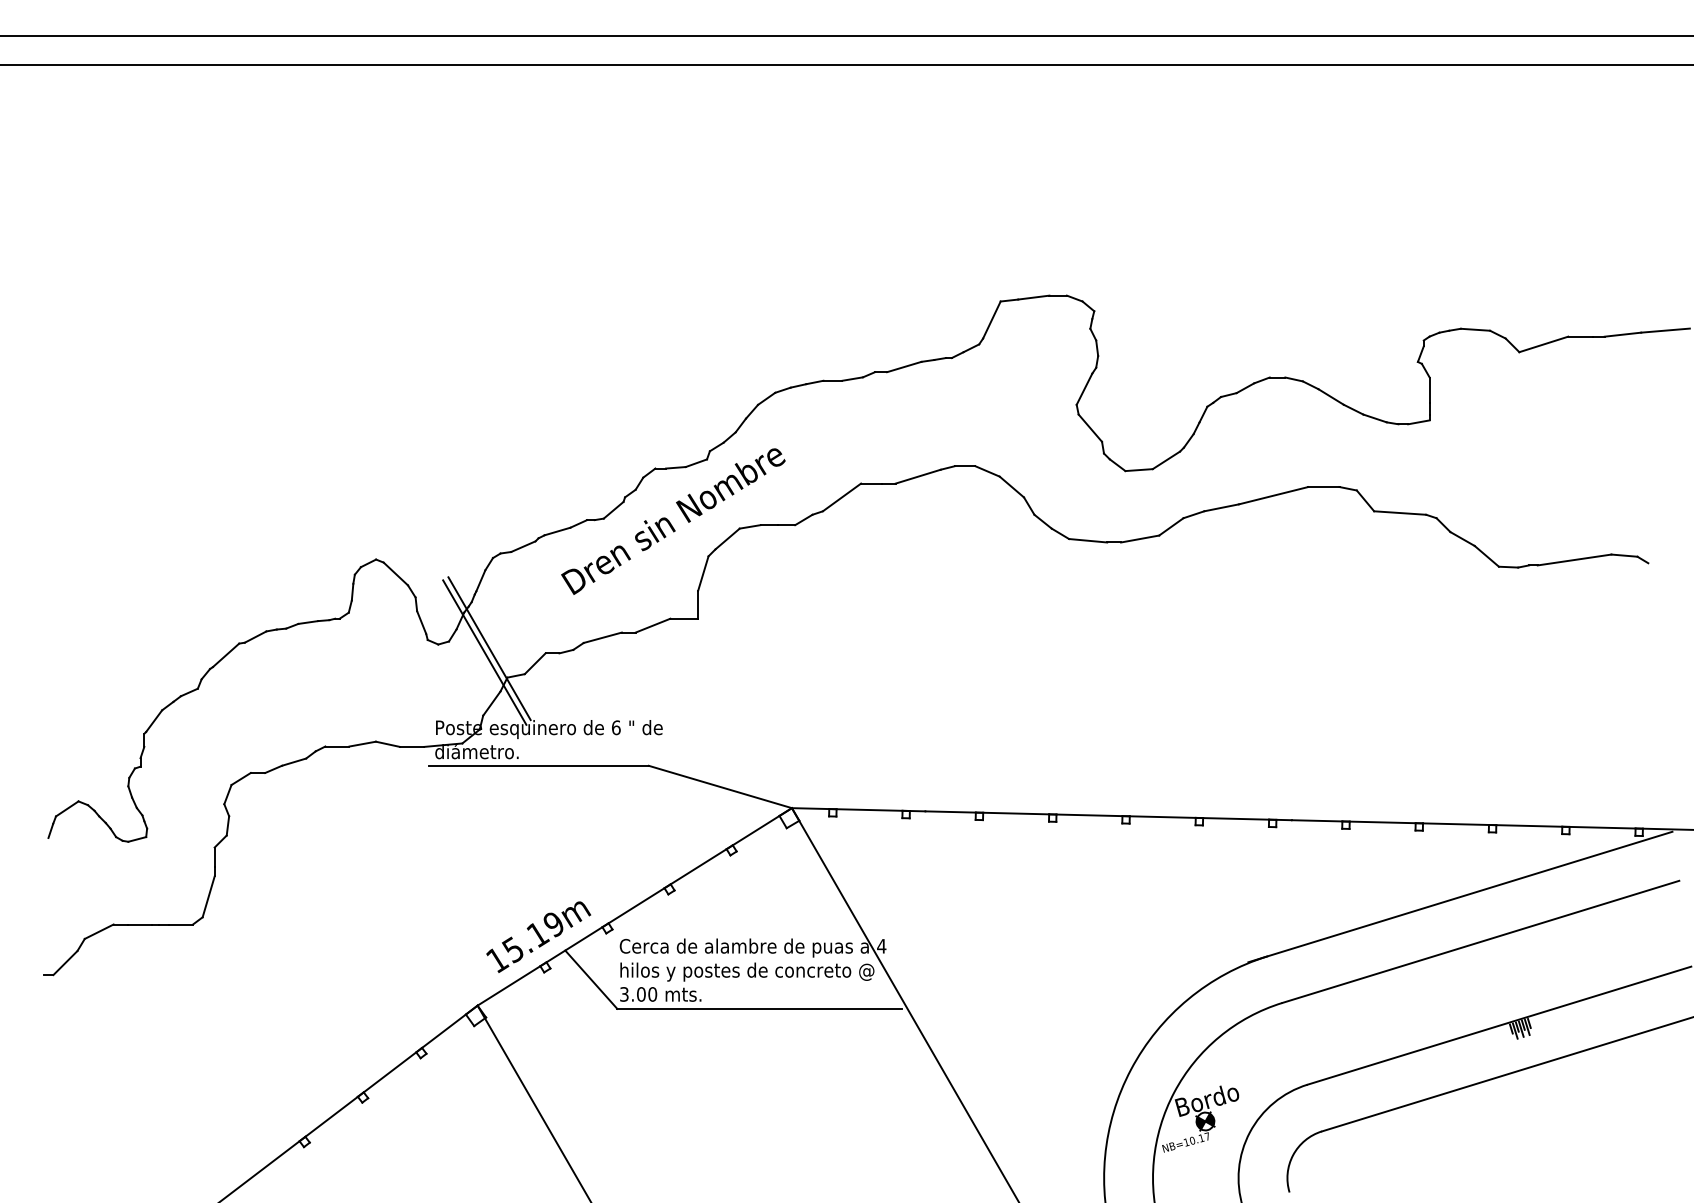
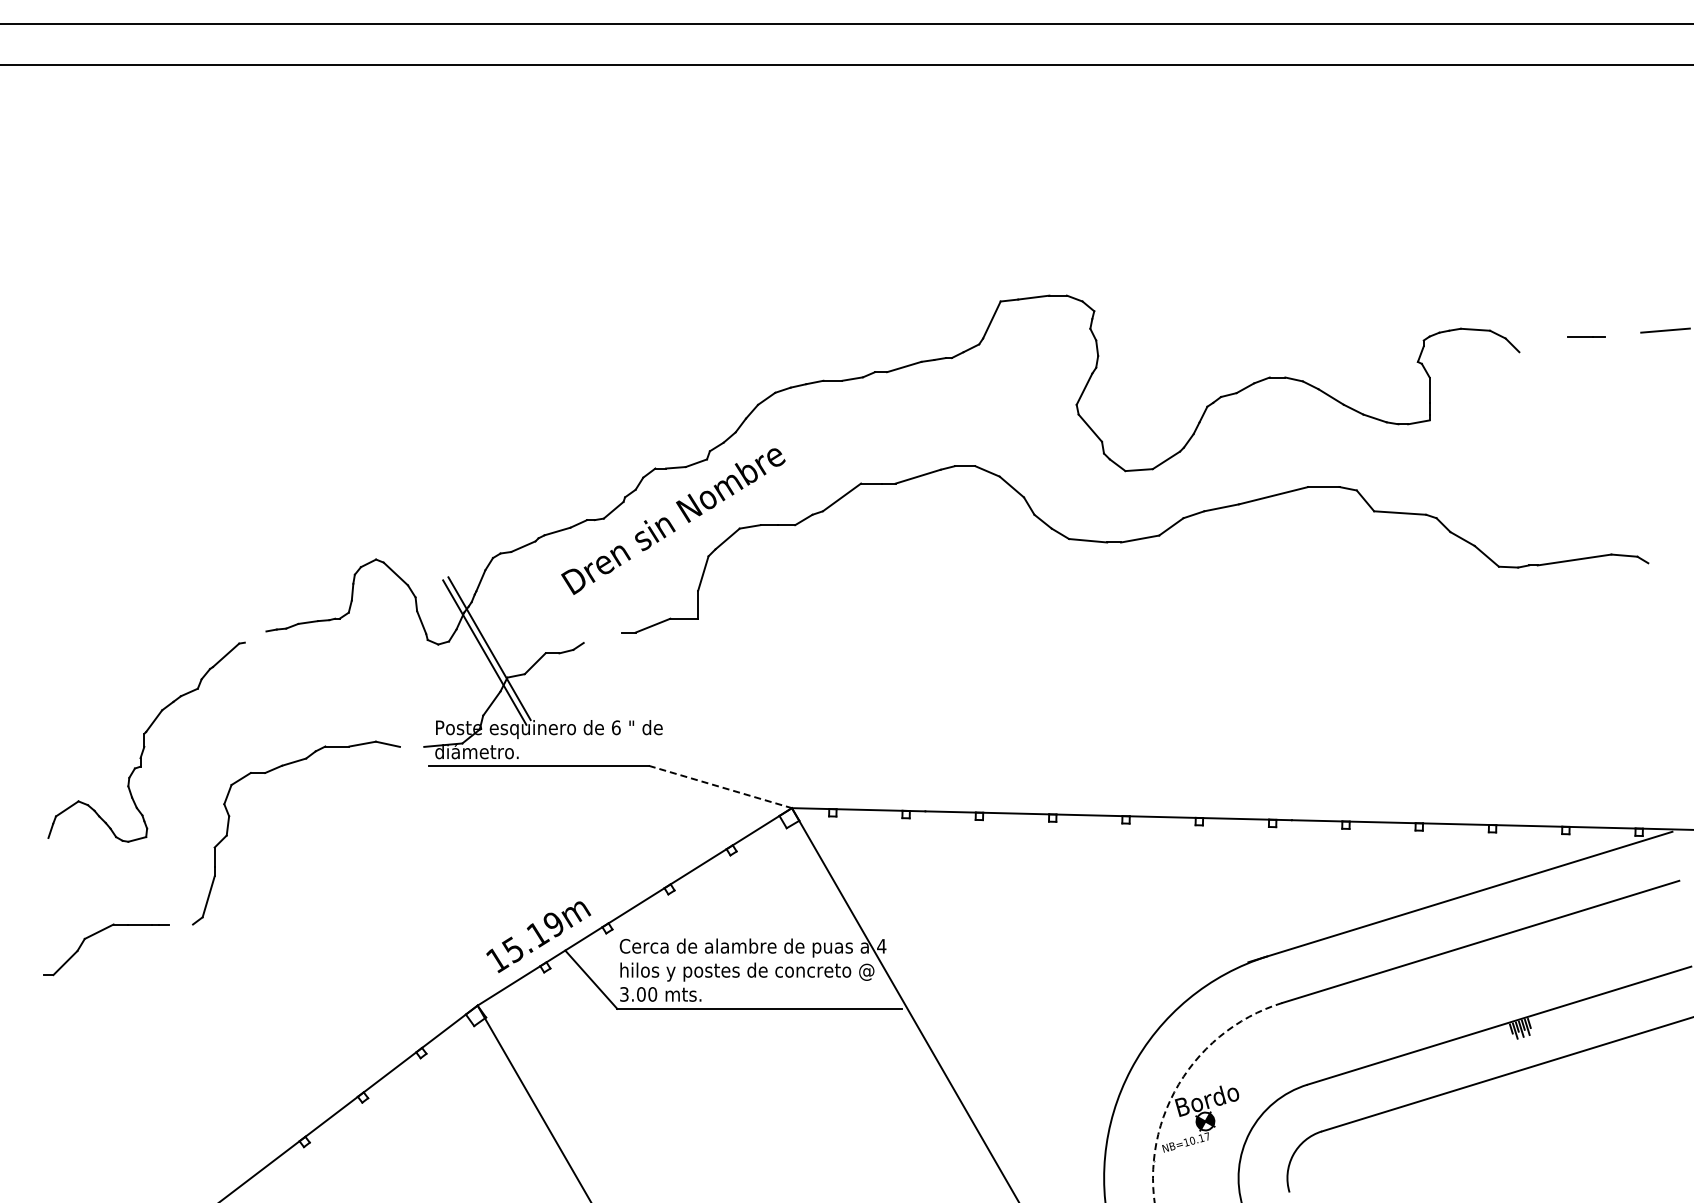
line at (846, 35) position: (846, 35) -> (846, 23)
line at (1622, 334): present -> none
line at (1543, 344): present -> none
line at (255, 636): present -> none
line at (602, 637): present -> none
line at (411, 746): present -> none
line at (720, 786): solid -> dashed
line at (180, 924): present -> none
arc at (1181, 1079): solid -> dashed
